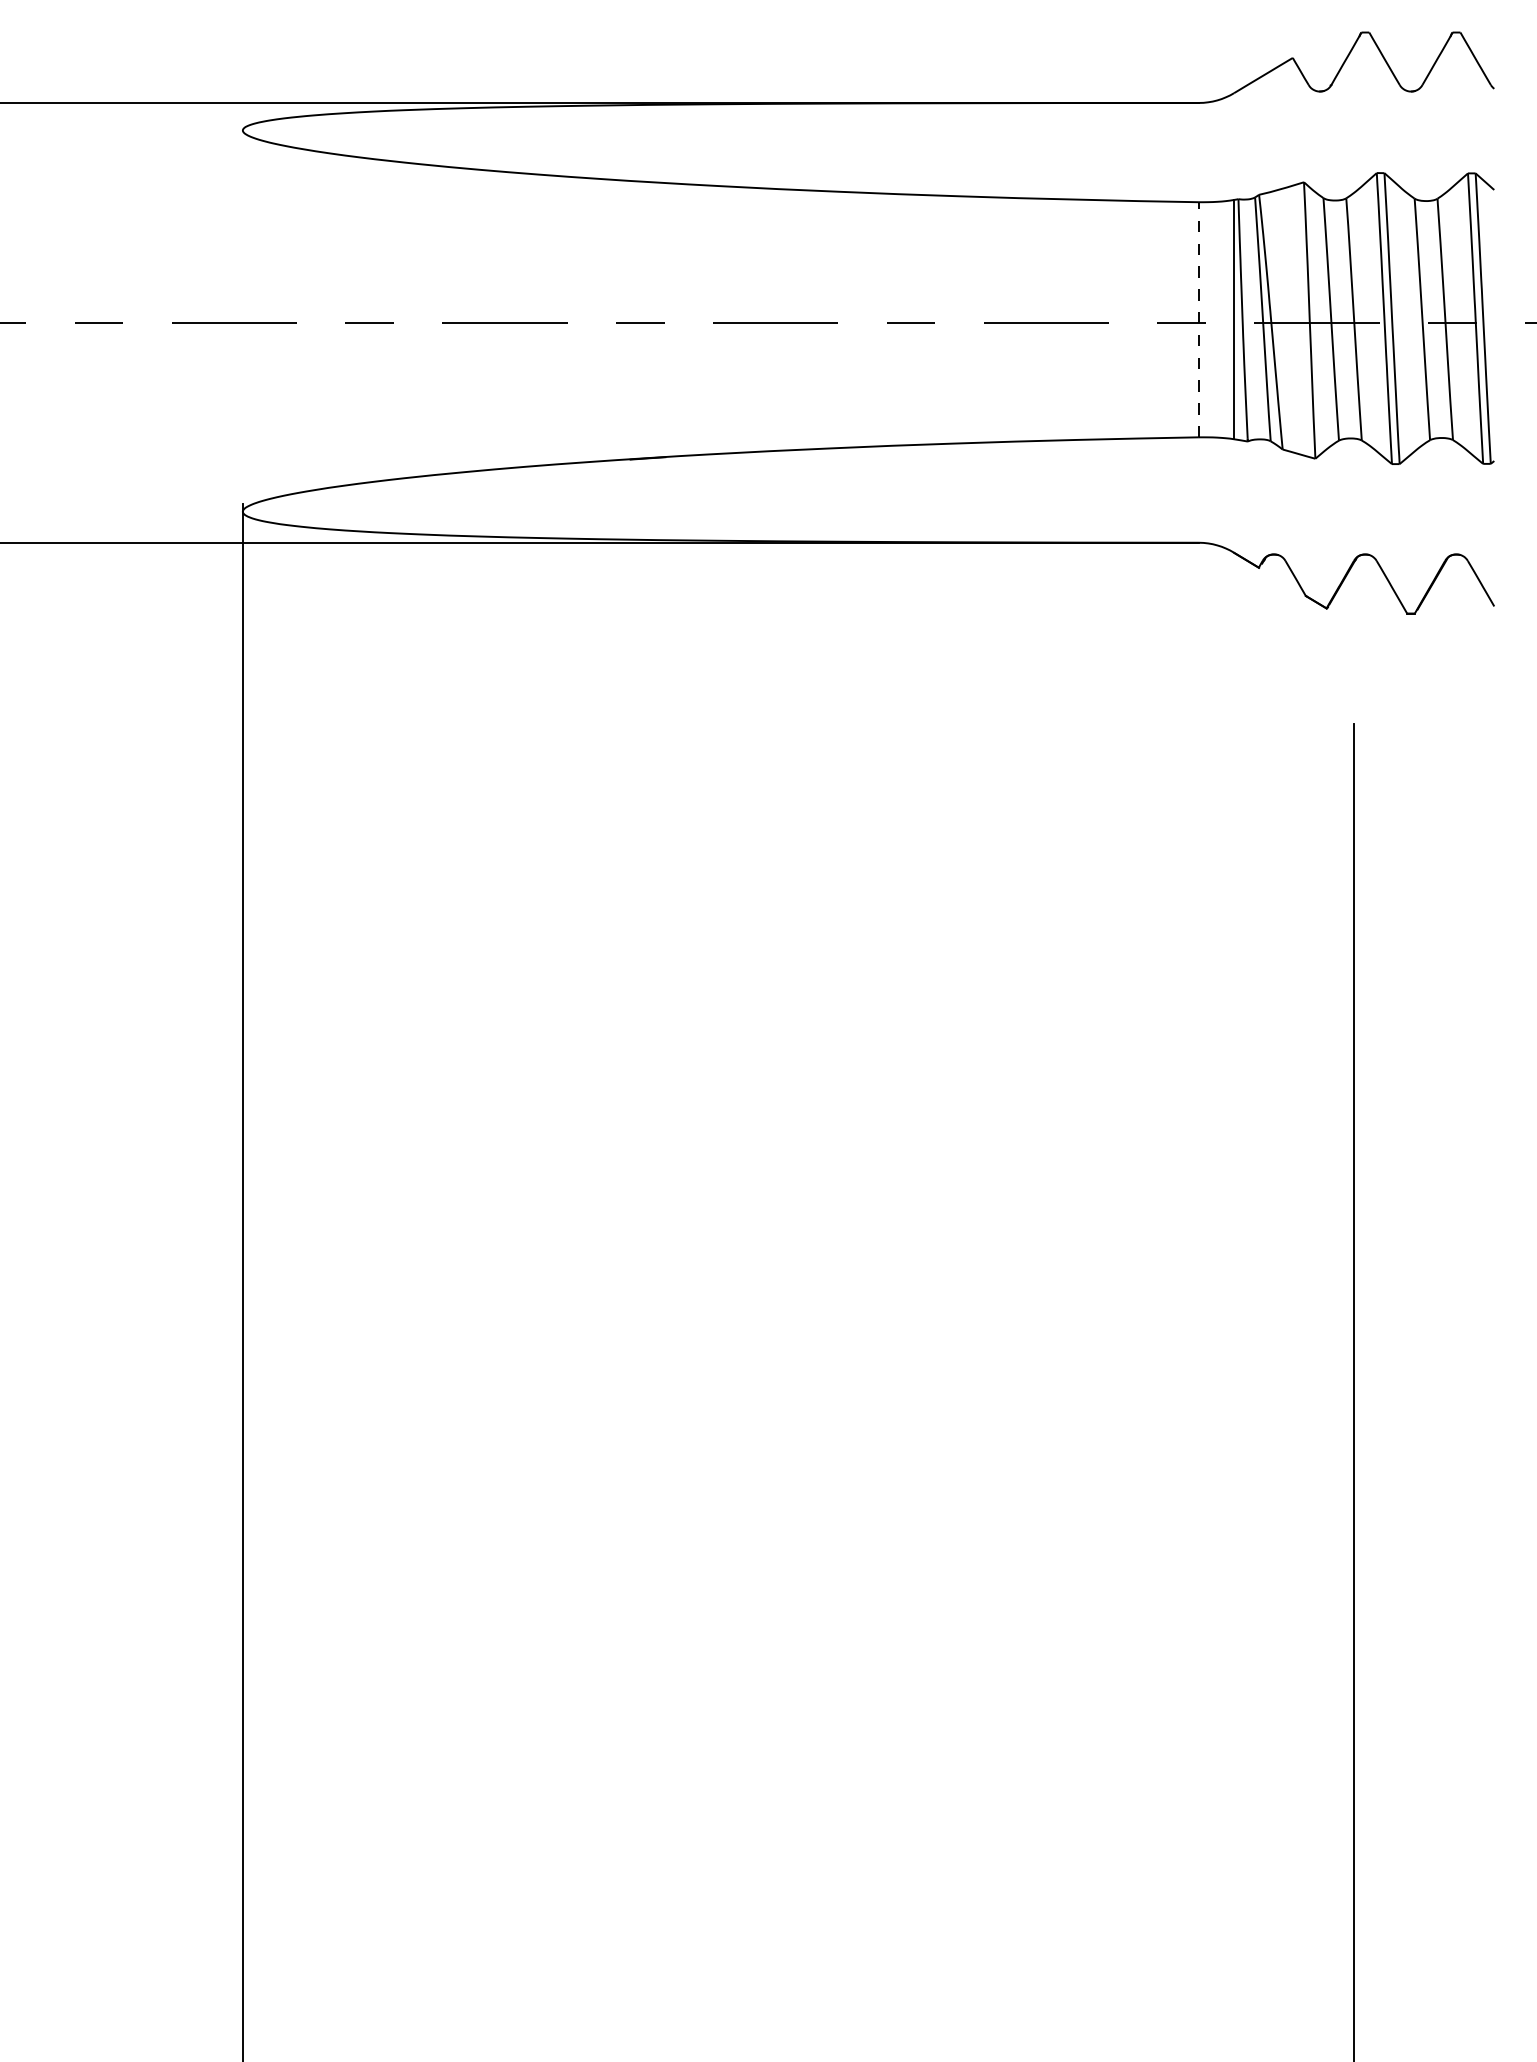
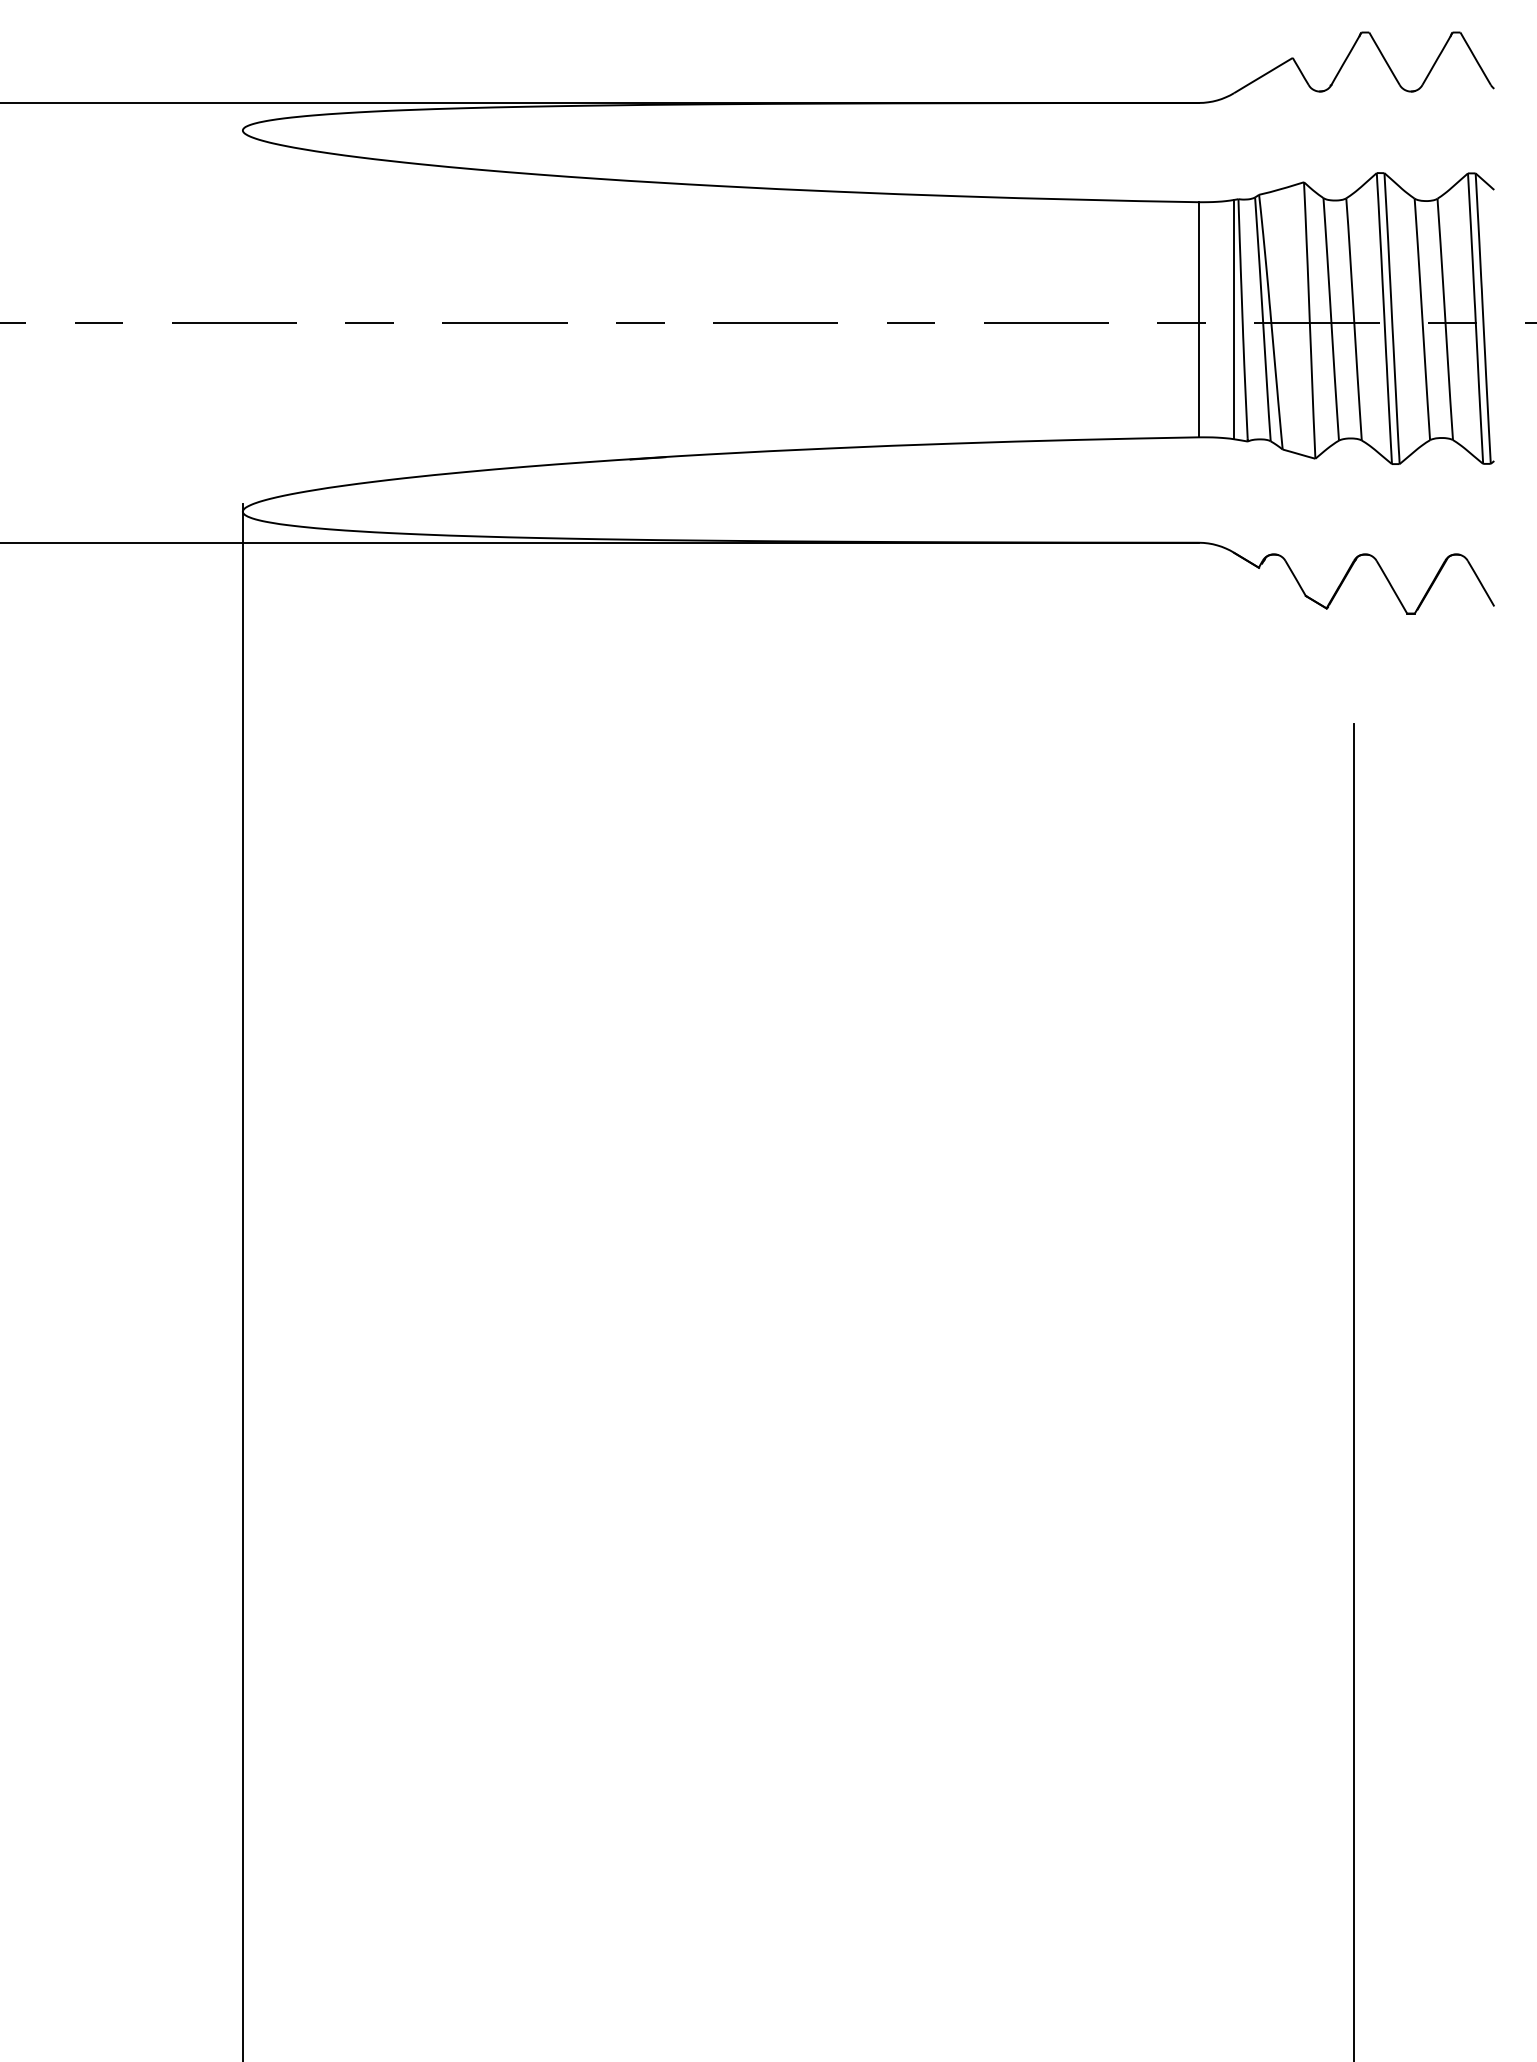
line at (1198, 319): dashed -> solid
